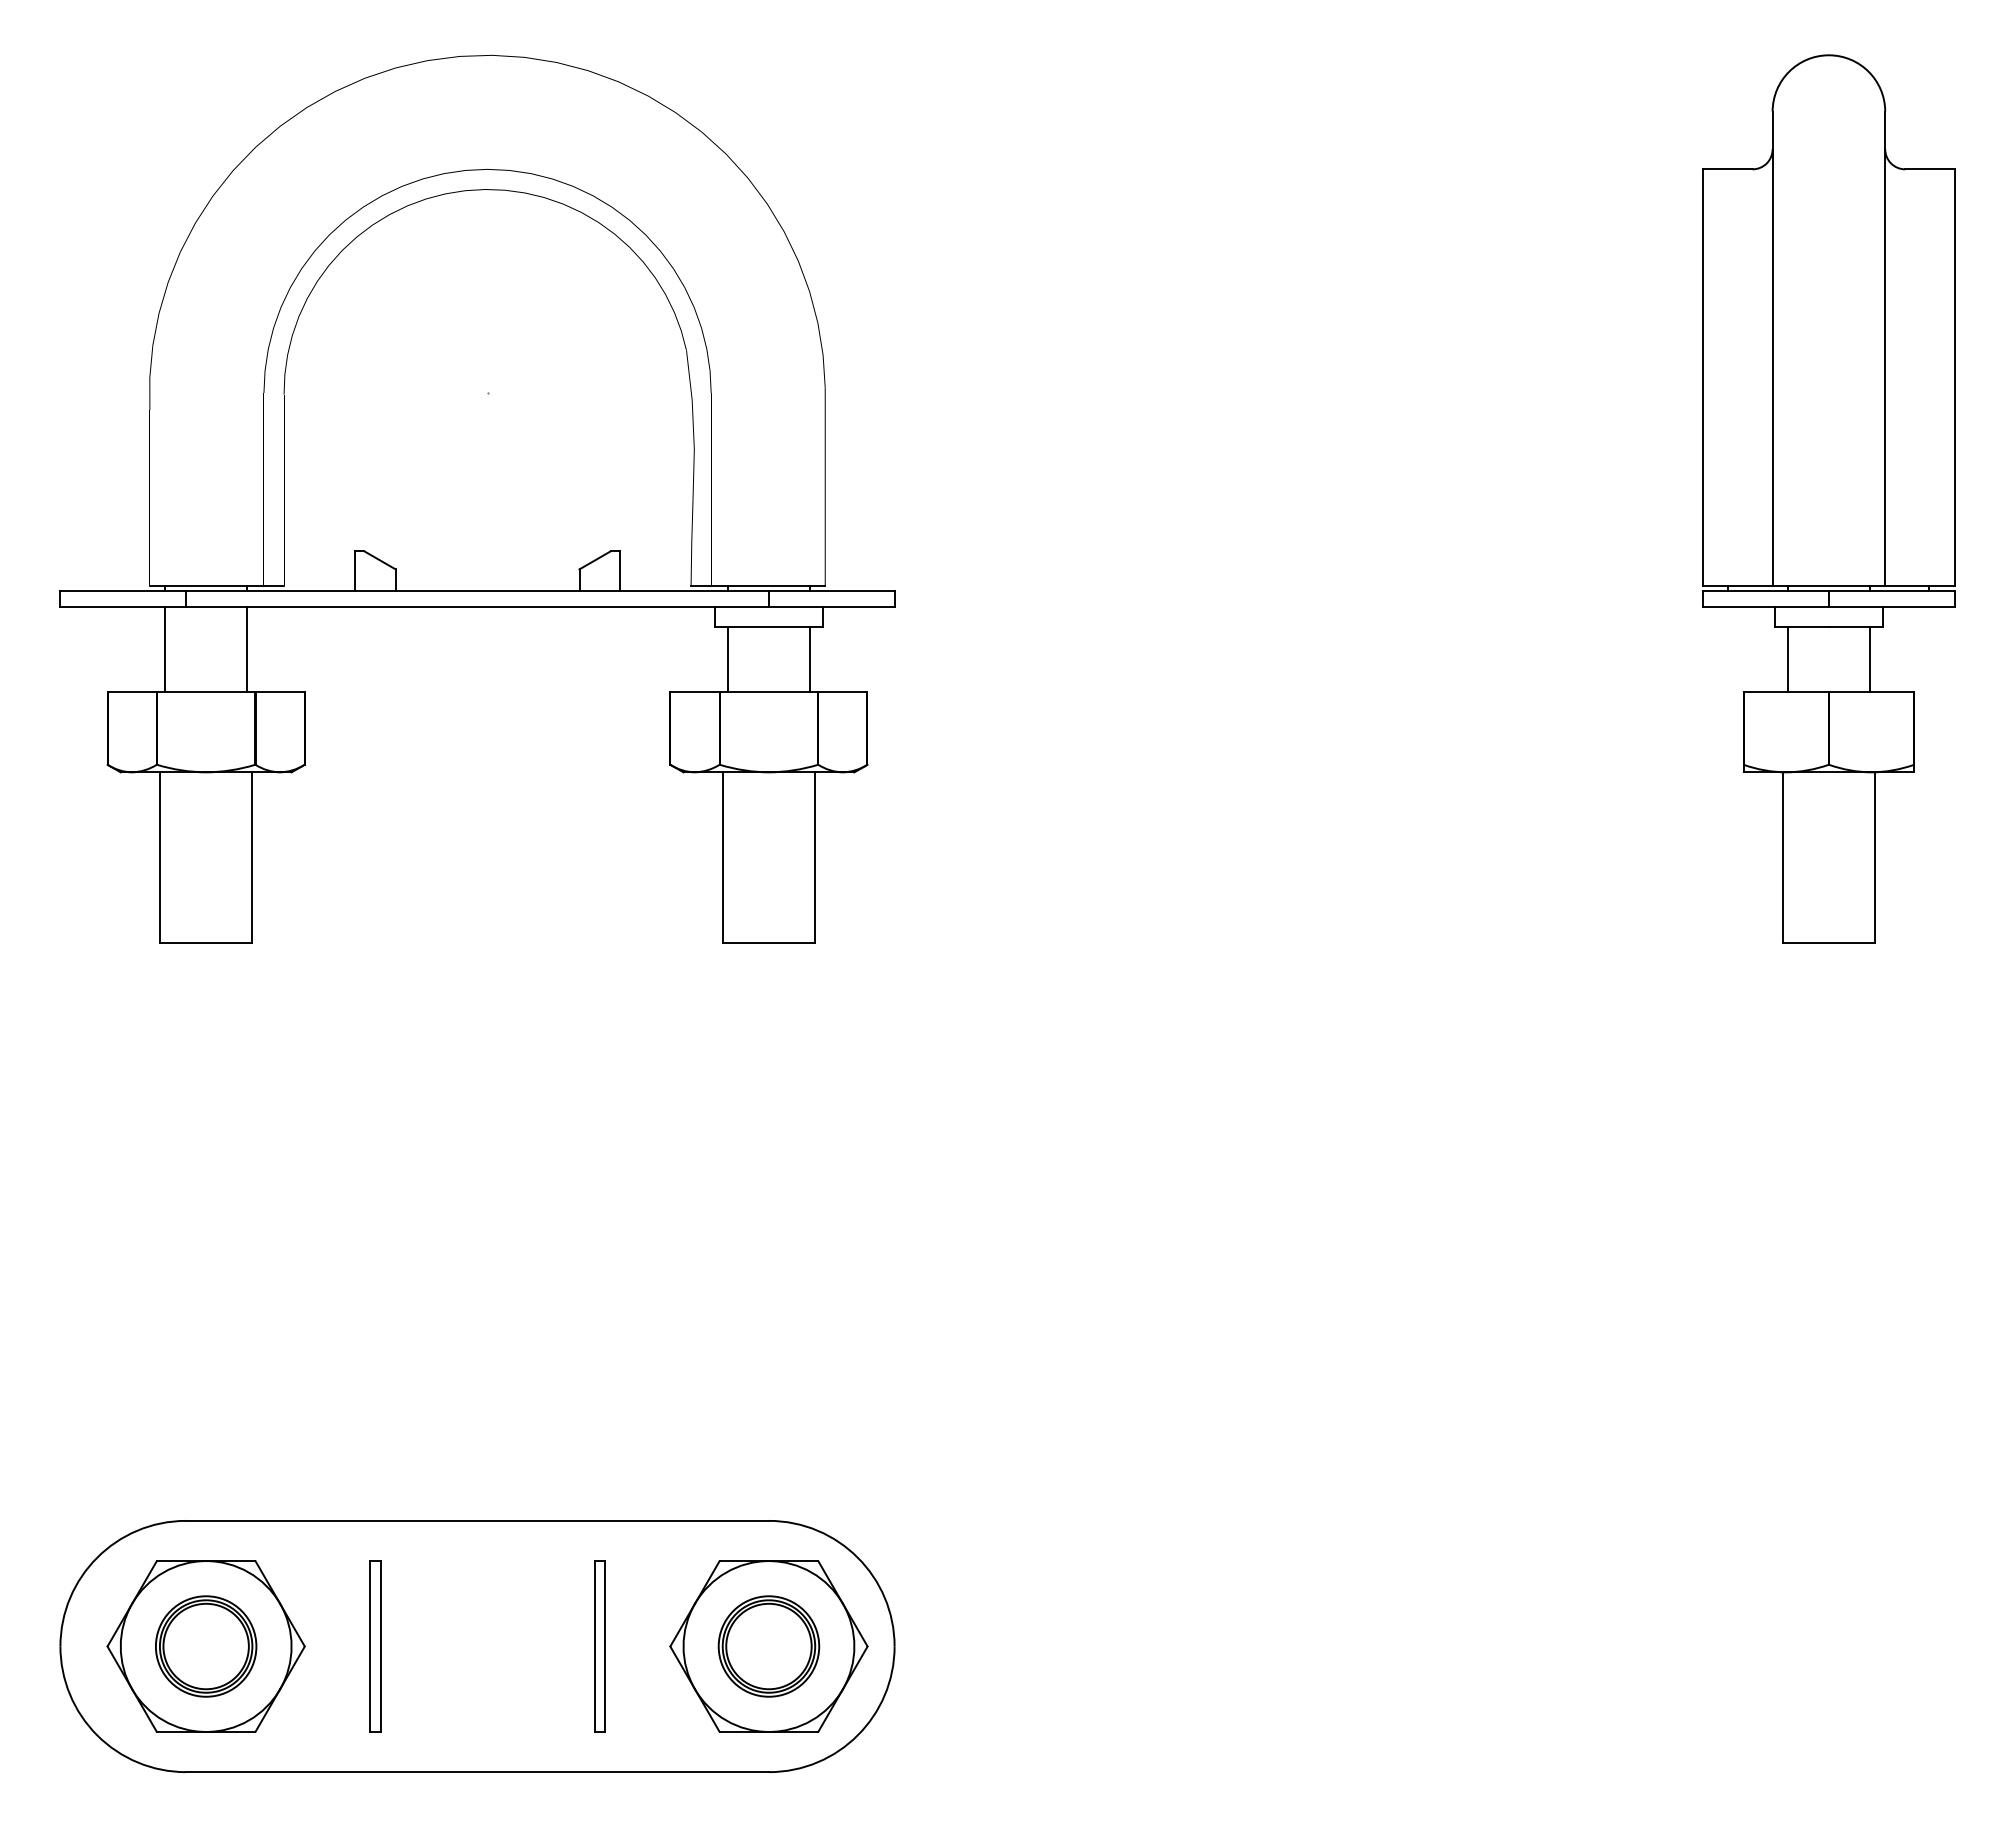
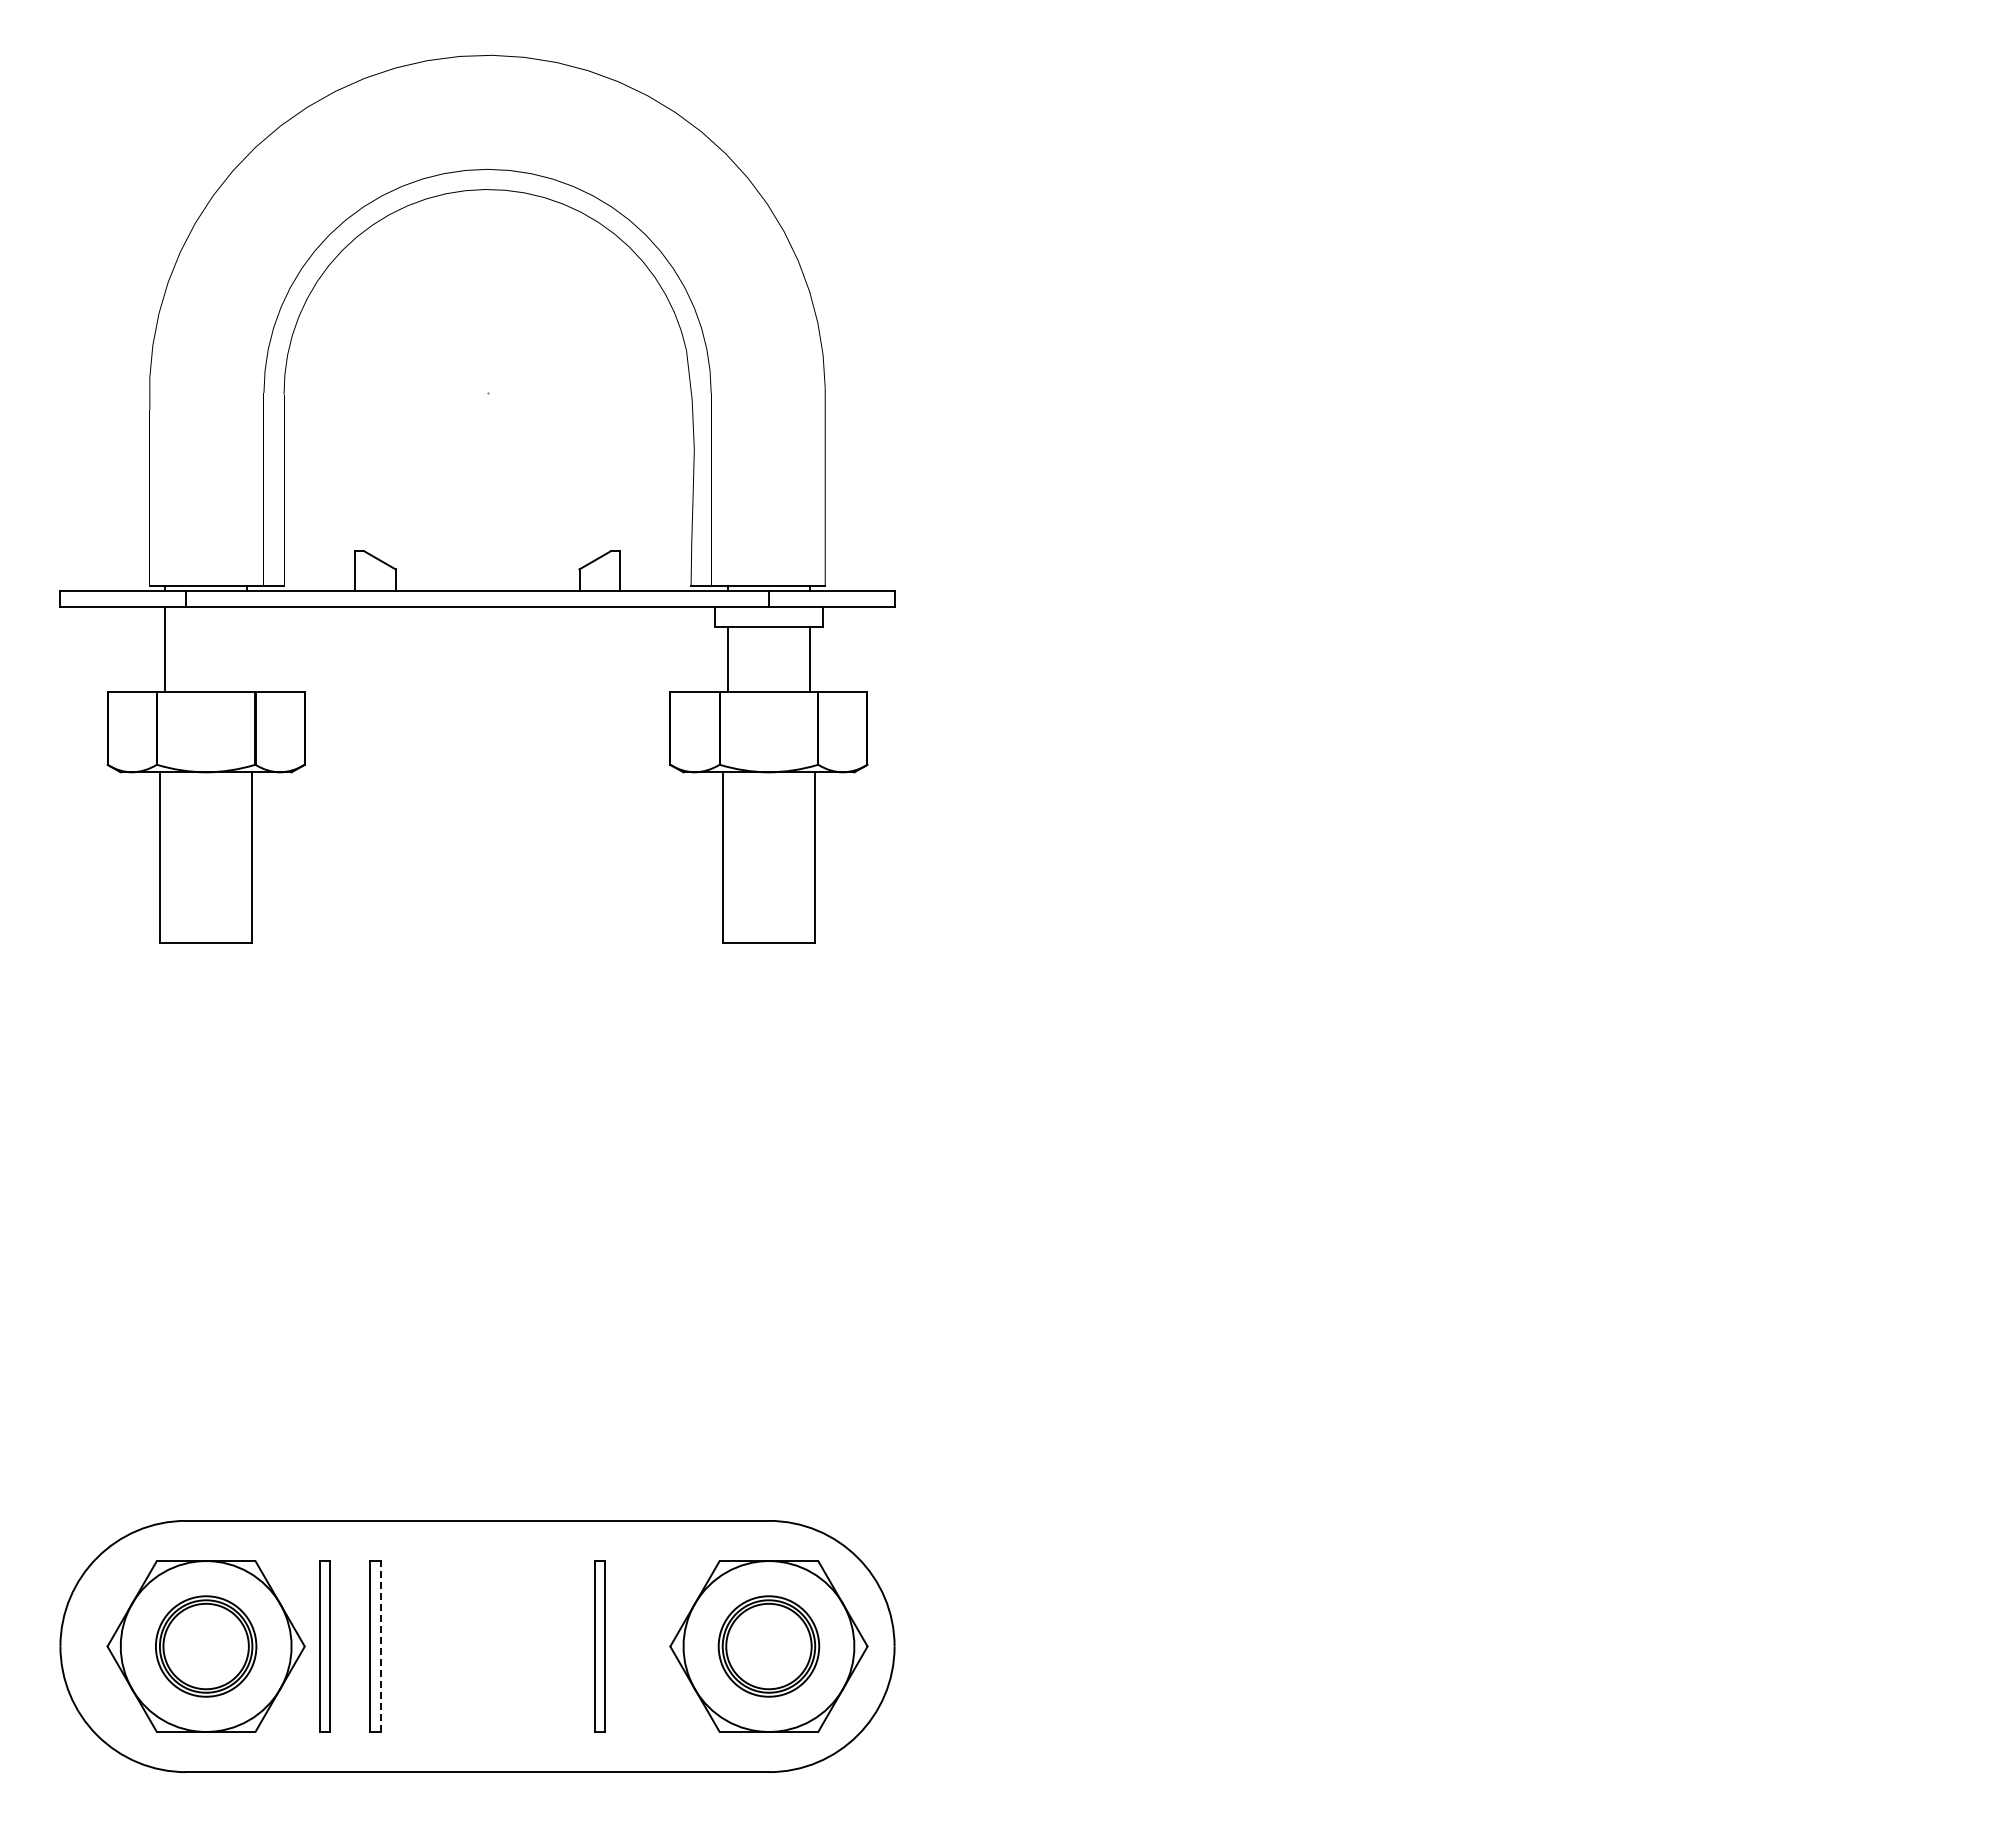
part at (1828, 498): present -> none
line at (247, 648): present -> none
part at (324, 1646): none -> present
line at (380, 1646): solid -> dashed
